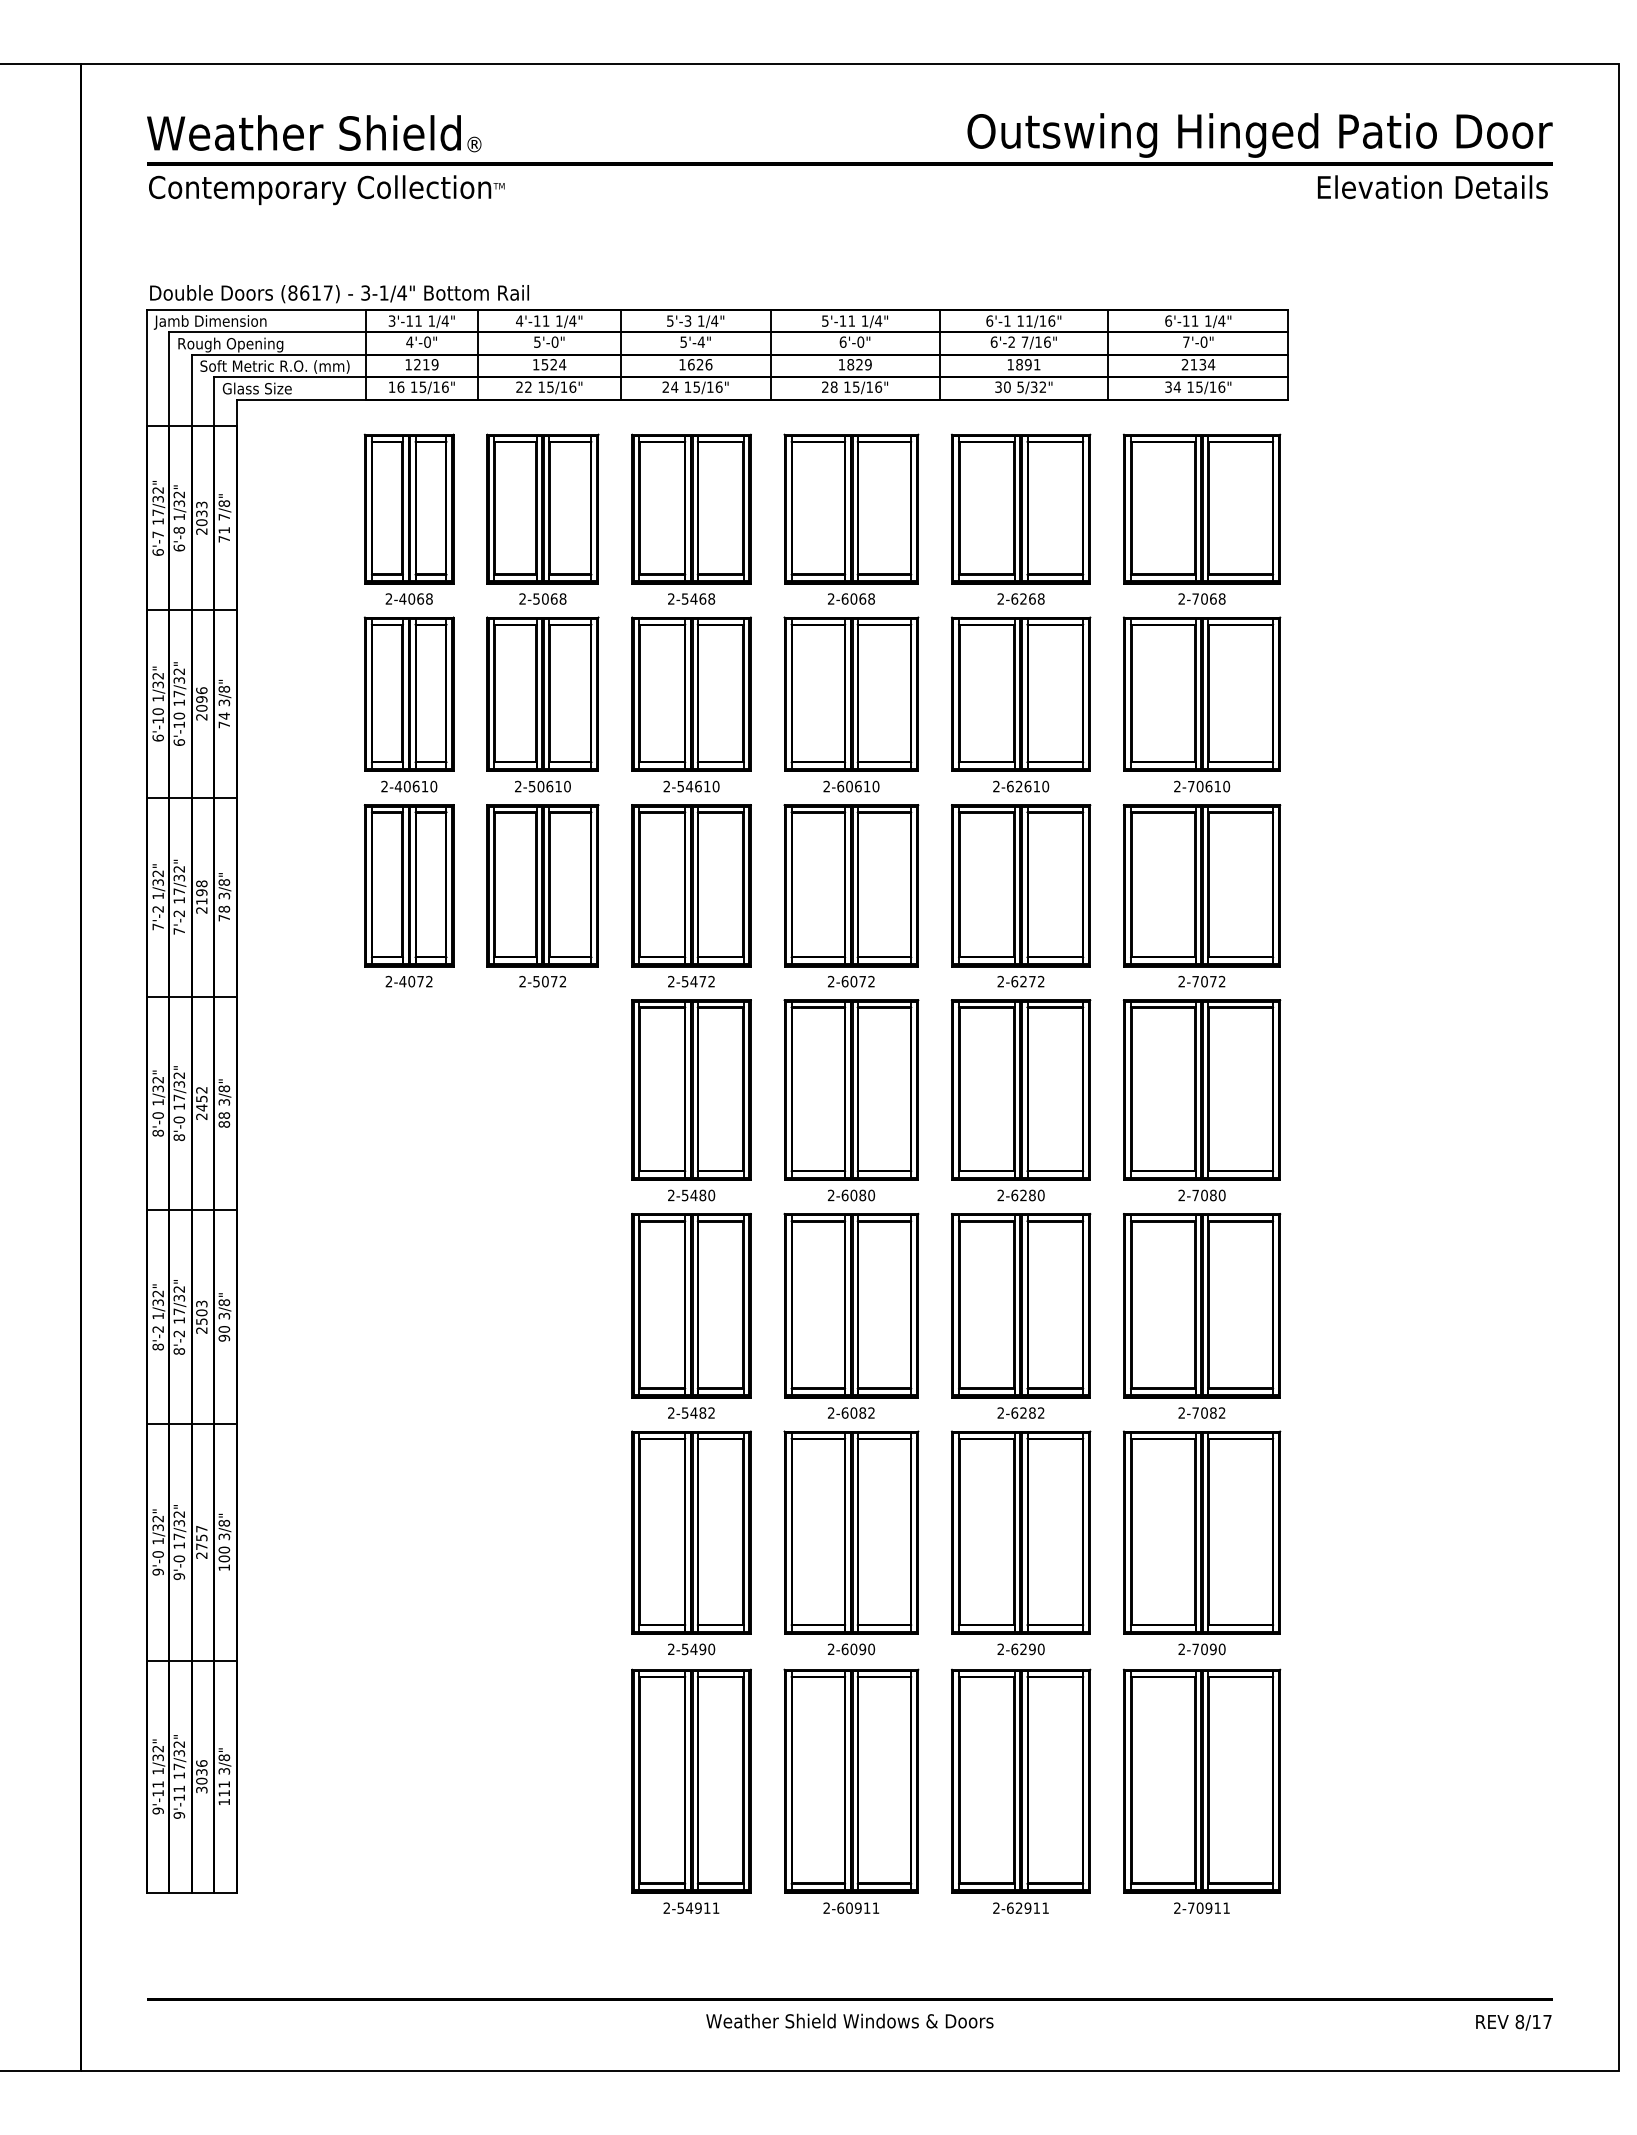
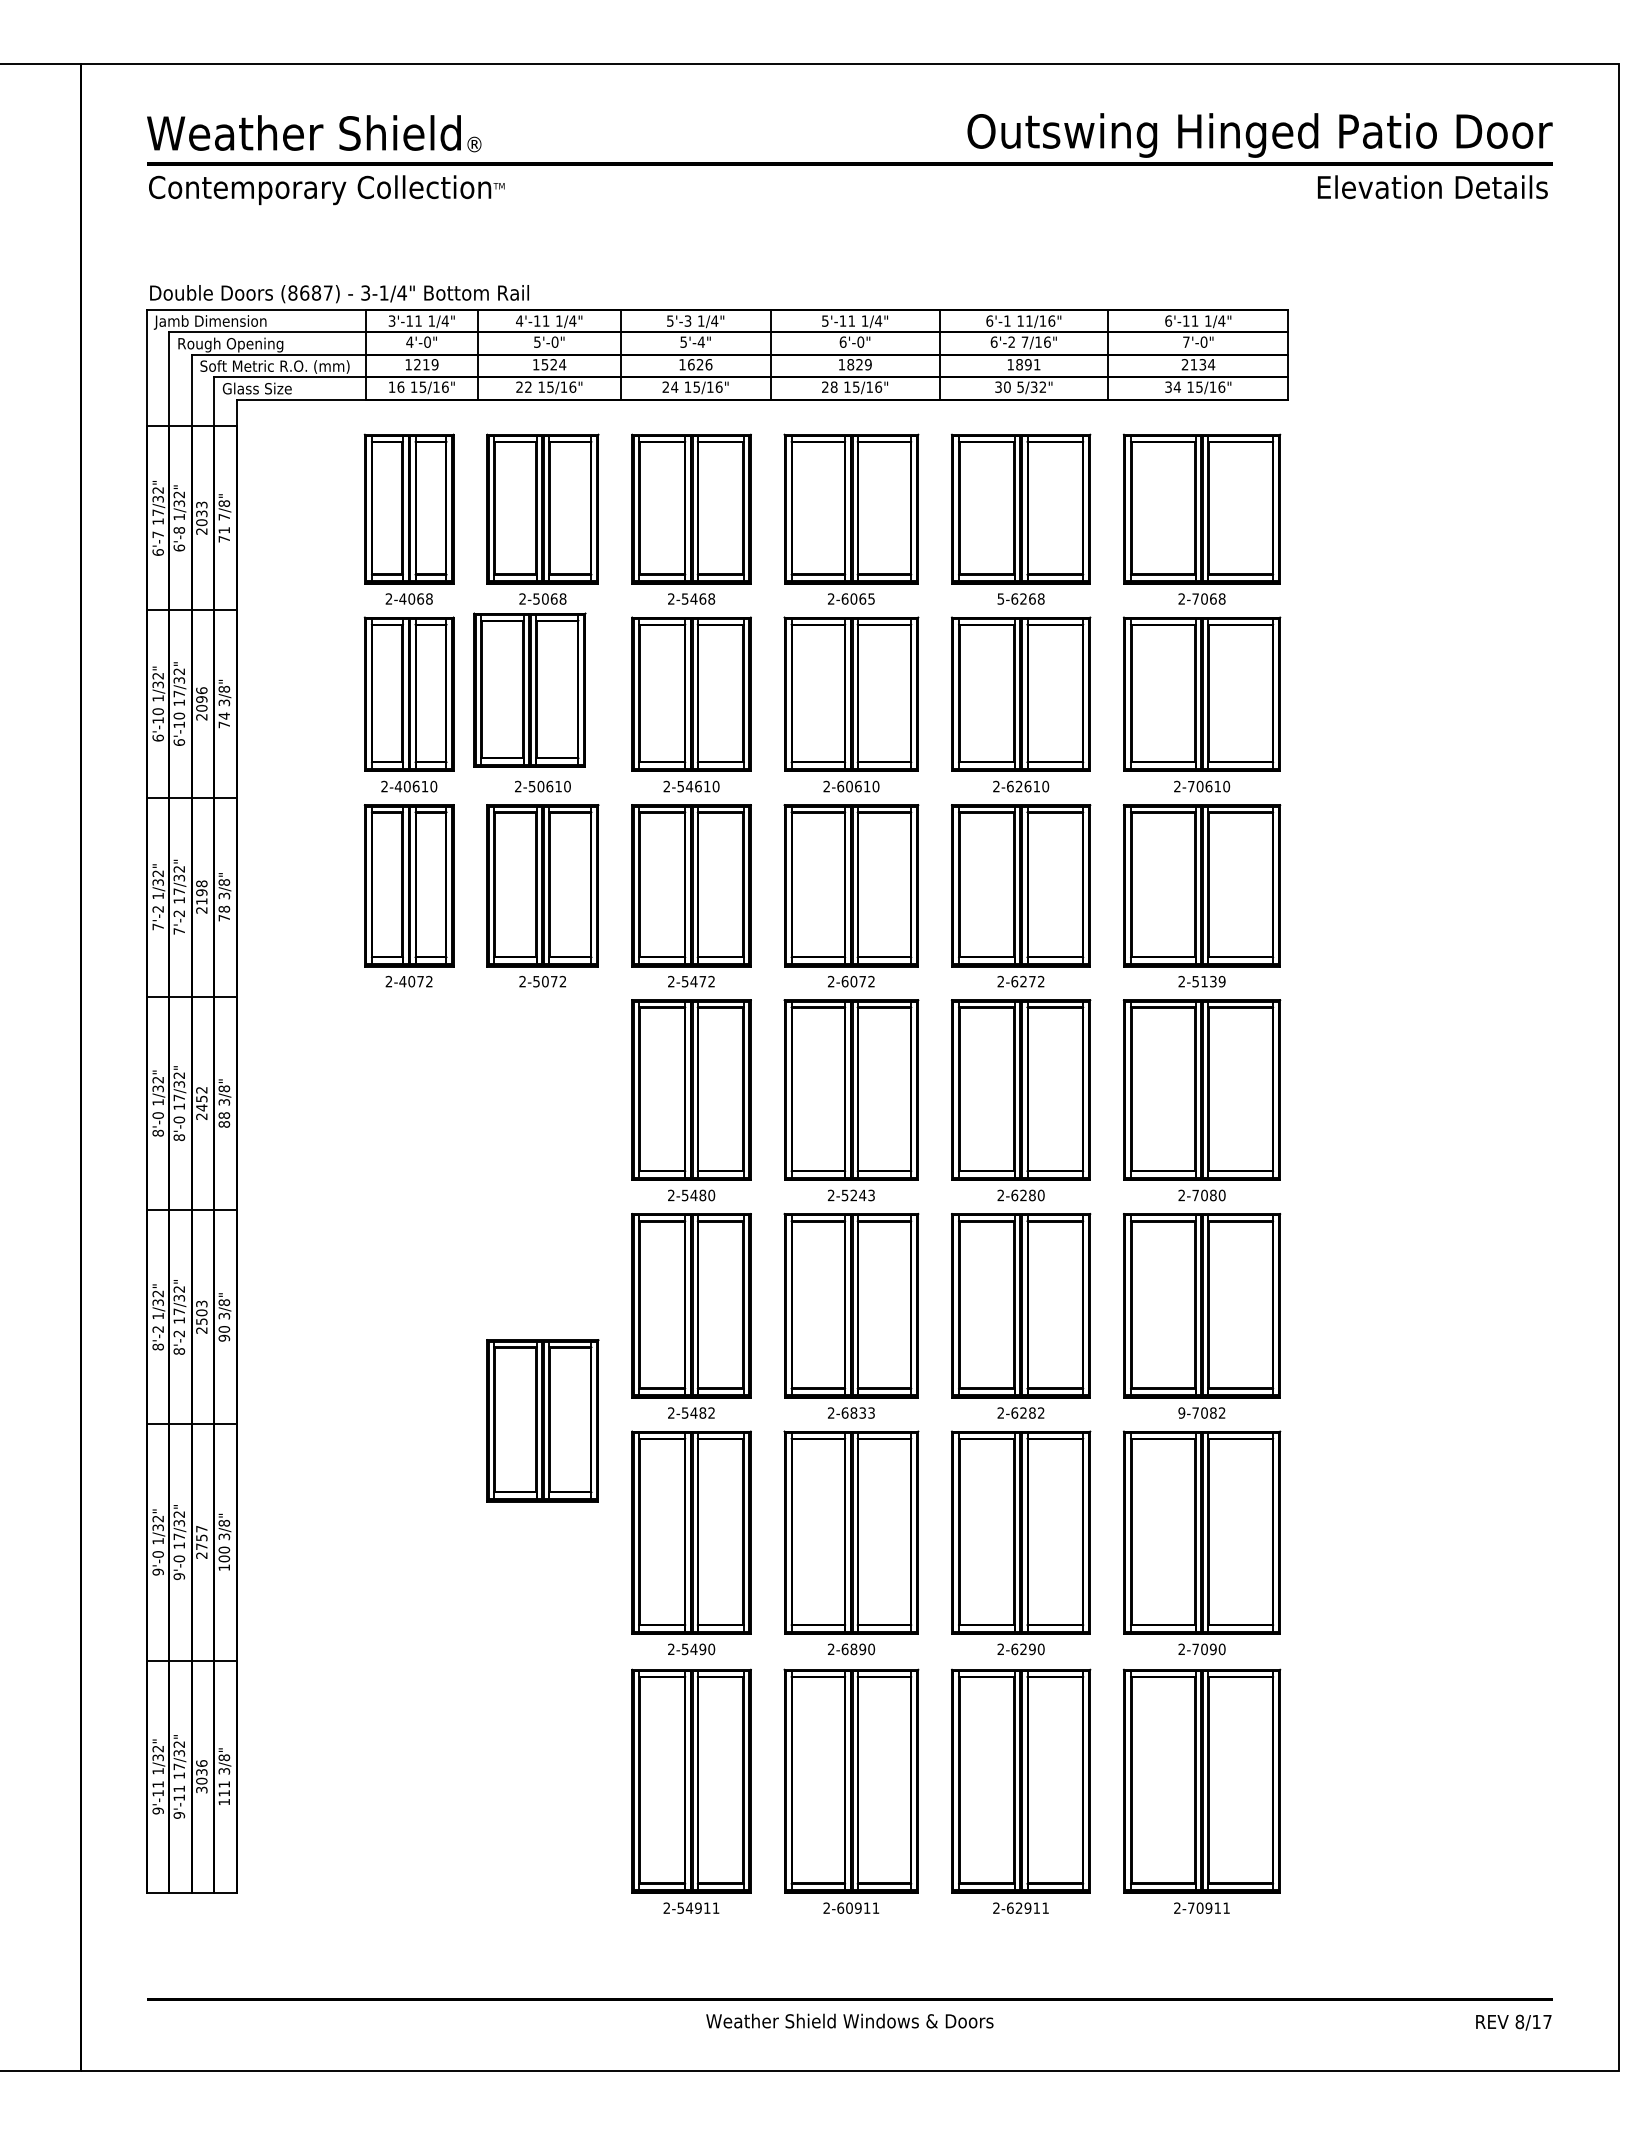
text at (316, 292): (8617) -> (8687)
text at (871, 598): 2-6068 -> 2-6065
text at (1000, 598): 2-6268 -> 5-6268
part at (542, 693) position: (542, 693) -> (529, 689)
text at (1208, 981): 2-7072 -> 2-5139
text at (858, 1195): 2-6080 -> 2-5243
text at (862, 1412): 2-6082 -> 2-6833
text at (1181, 1412): 2-7082 -> 9-7082
part at (542, 1420): none -> present
text at (853, 1648): 2-6090 -> 2-6890
